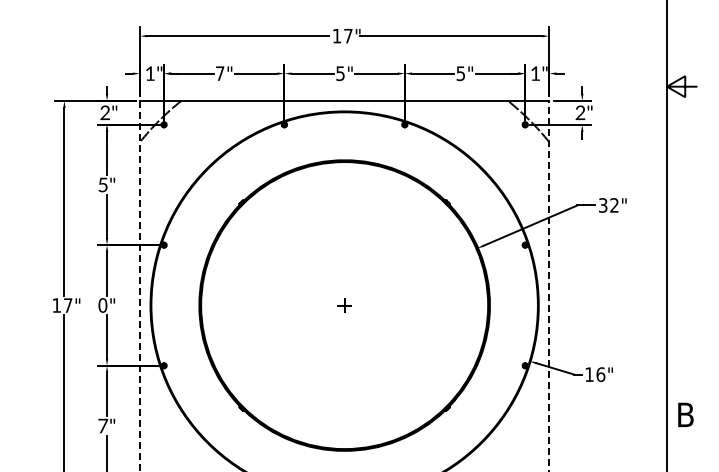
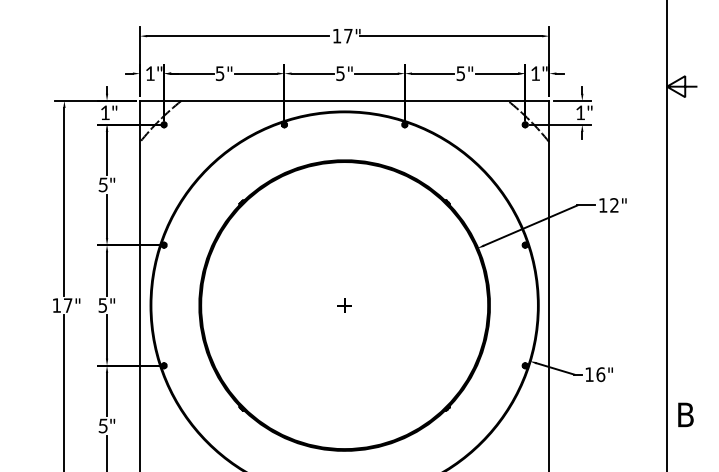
text at (219, 73): 7" -> 5"
text at (104, 112): 2" -> 1"
text at (580, 112): 2" -> 1"
text at (603, 205): 32" -> 12"
line at (549, 285): dashed -> solid
line at (140, 286): dashed -> solid
text at (102, 305): 0" -> 5"
text at (103, 425): 7" -> 5"
